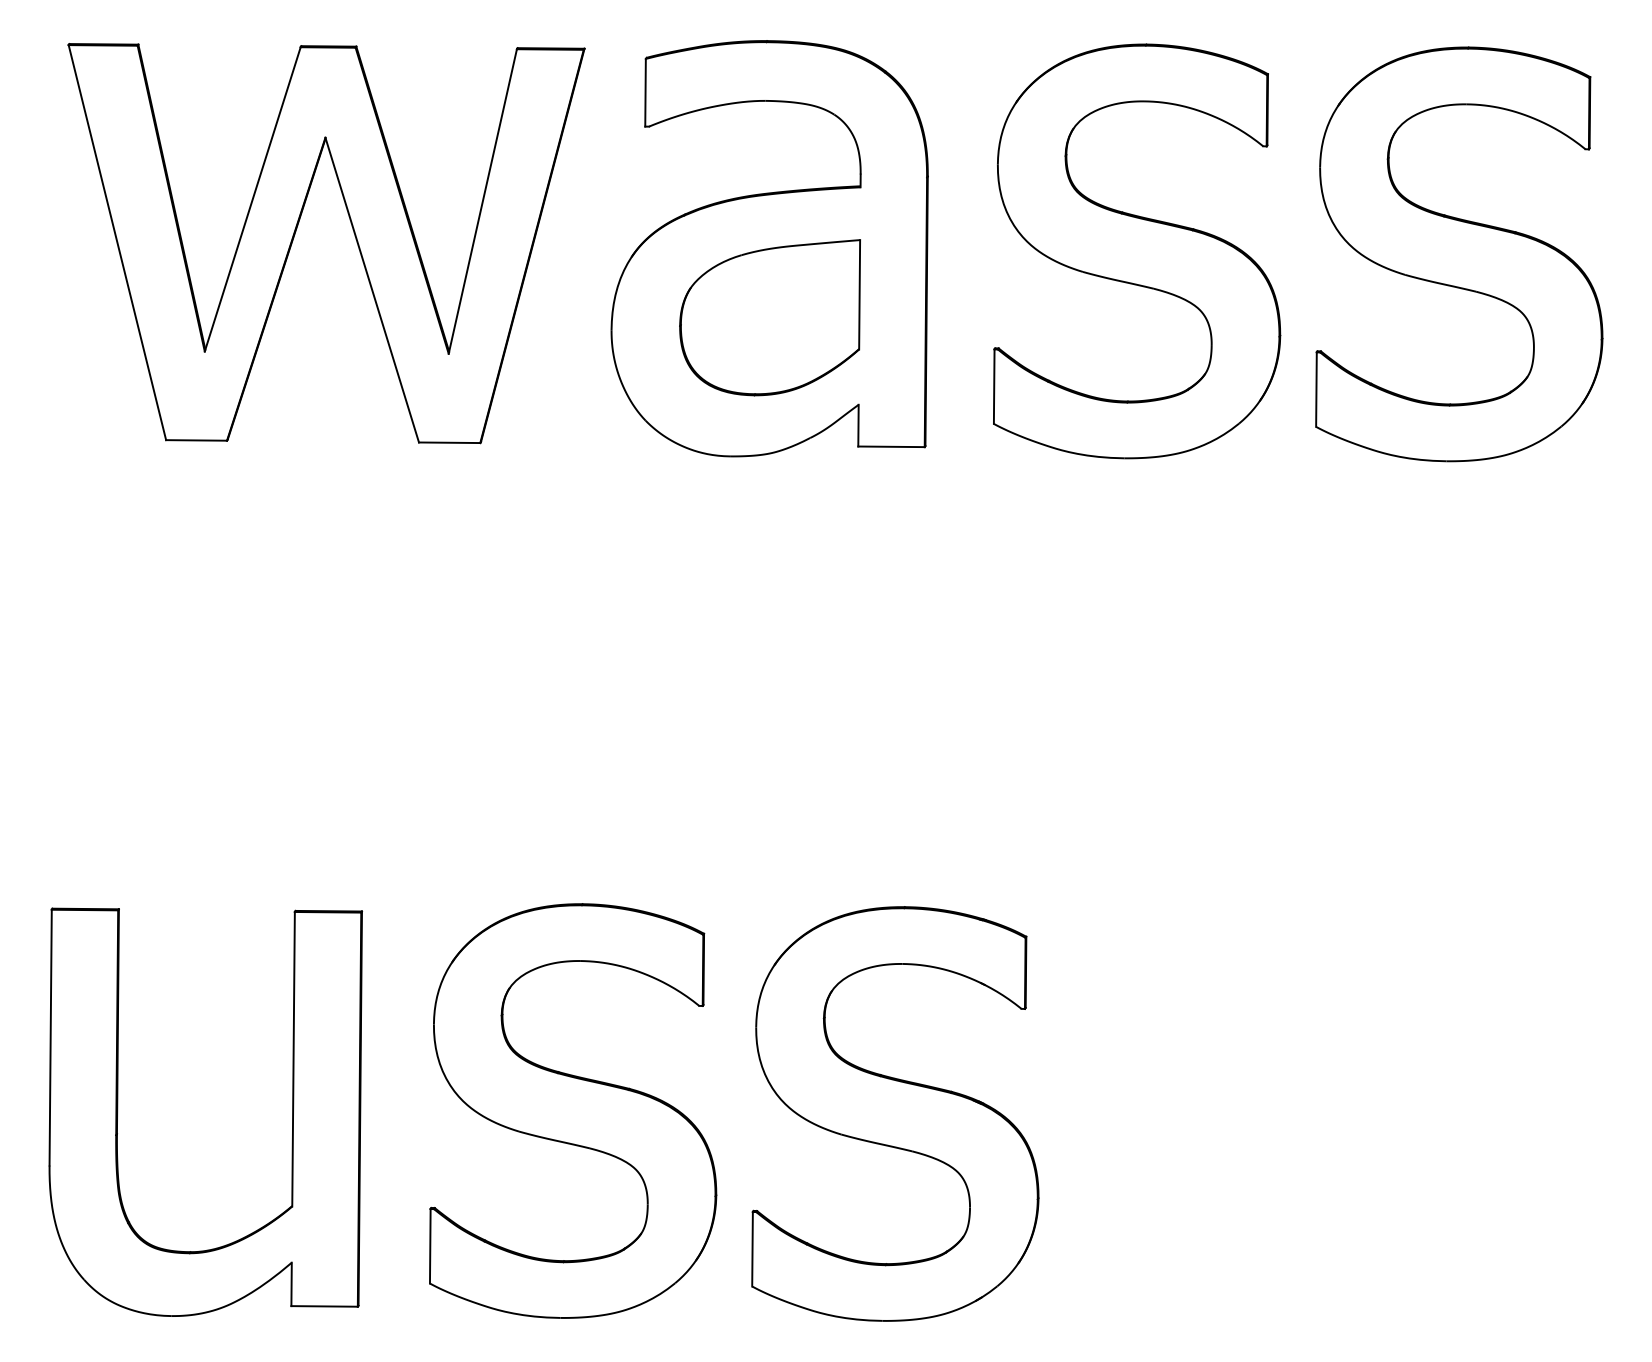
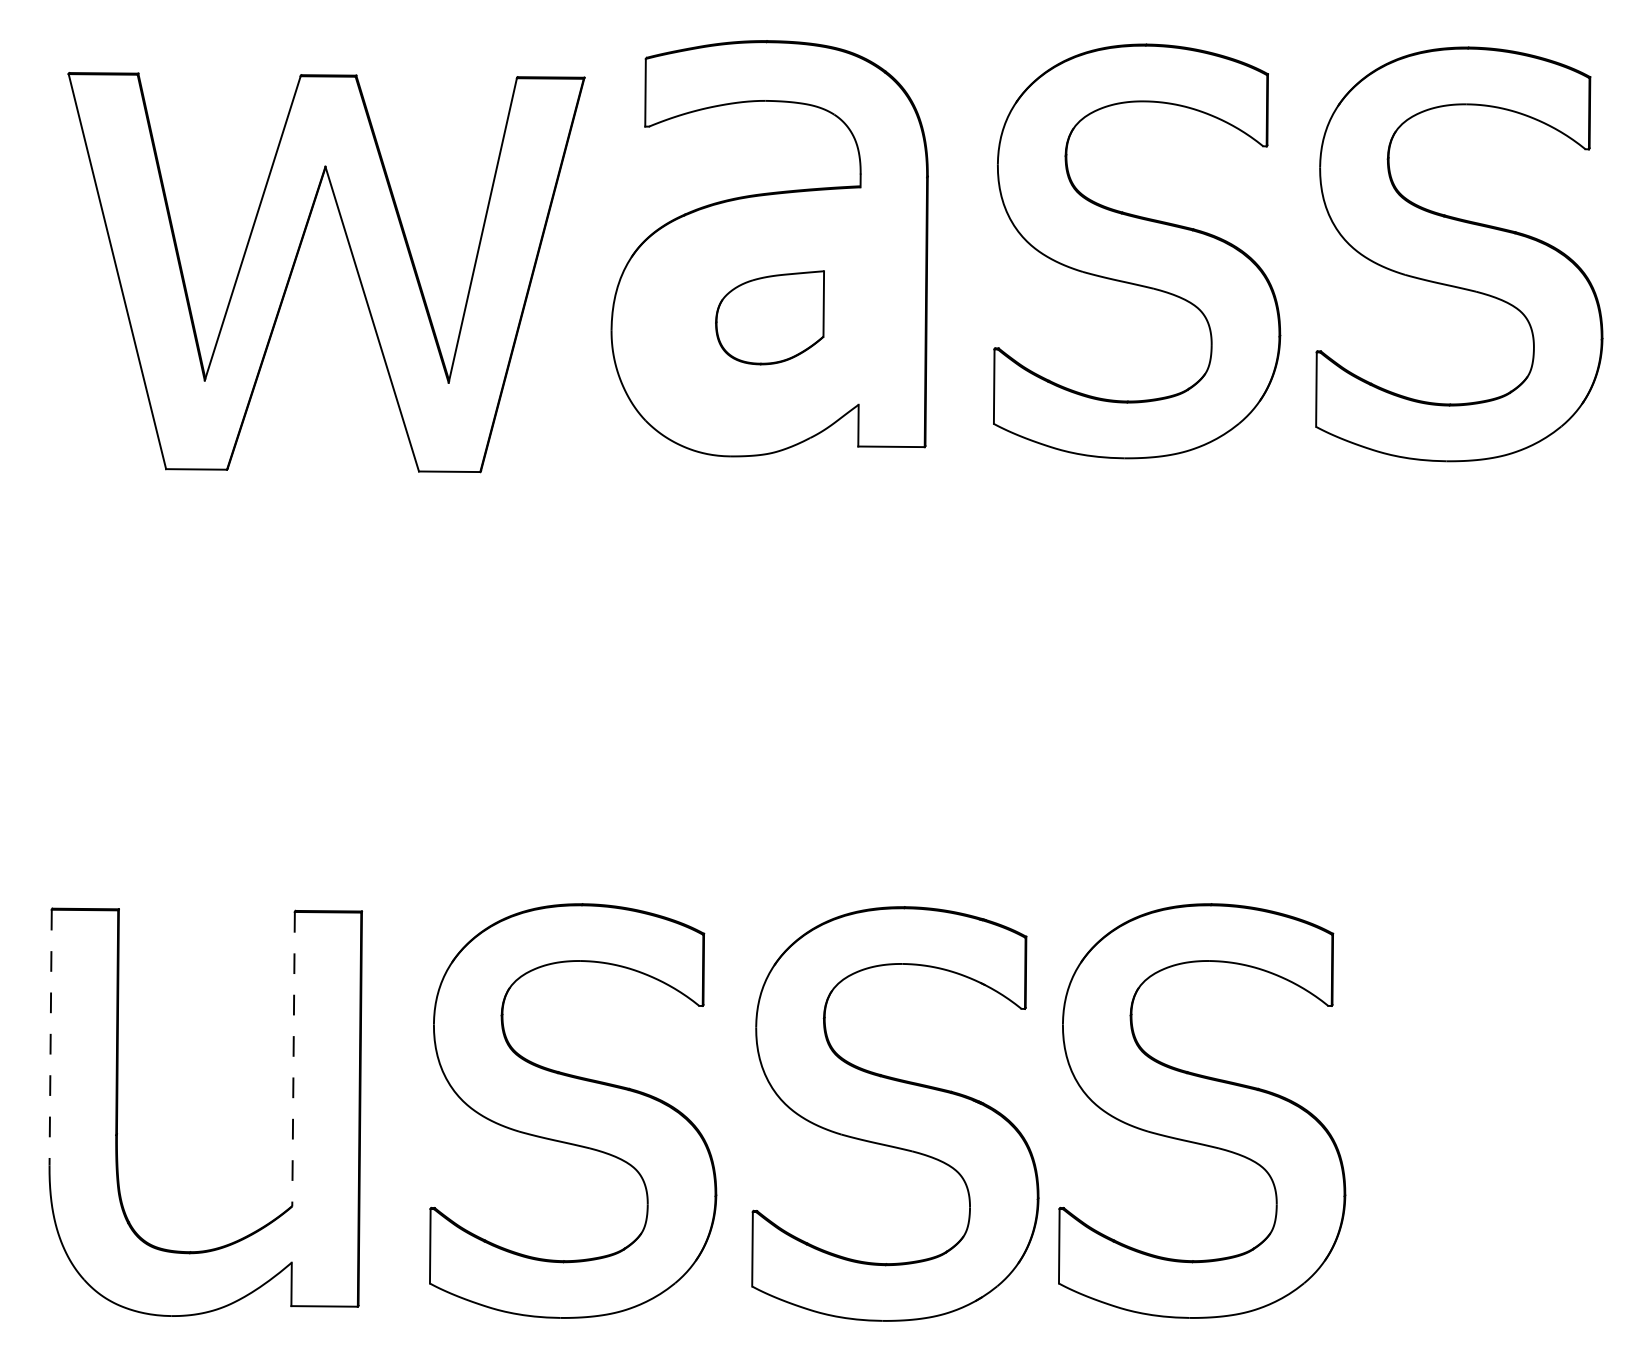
part at (353, 233) position: (353, 233) -> (353, 262)
part at (769, 317) size: 182x158 px -> 110x96 px
line at (50, 1037): solid -> dashed
line at (293, 1059): solid -> dashed
part at (1202, 1110): none -> present
